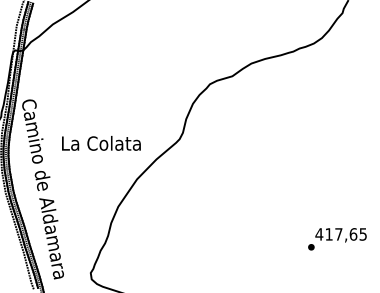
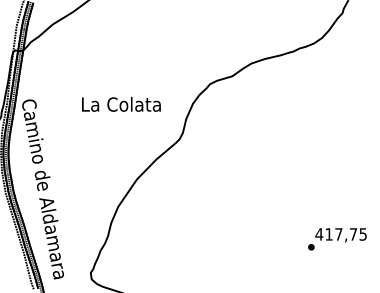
text at (101, 143) position: (101, 143) -> (121, 104)
text at (353, 234): 417,65 -> 417,75
